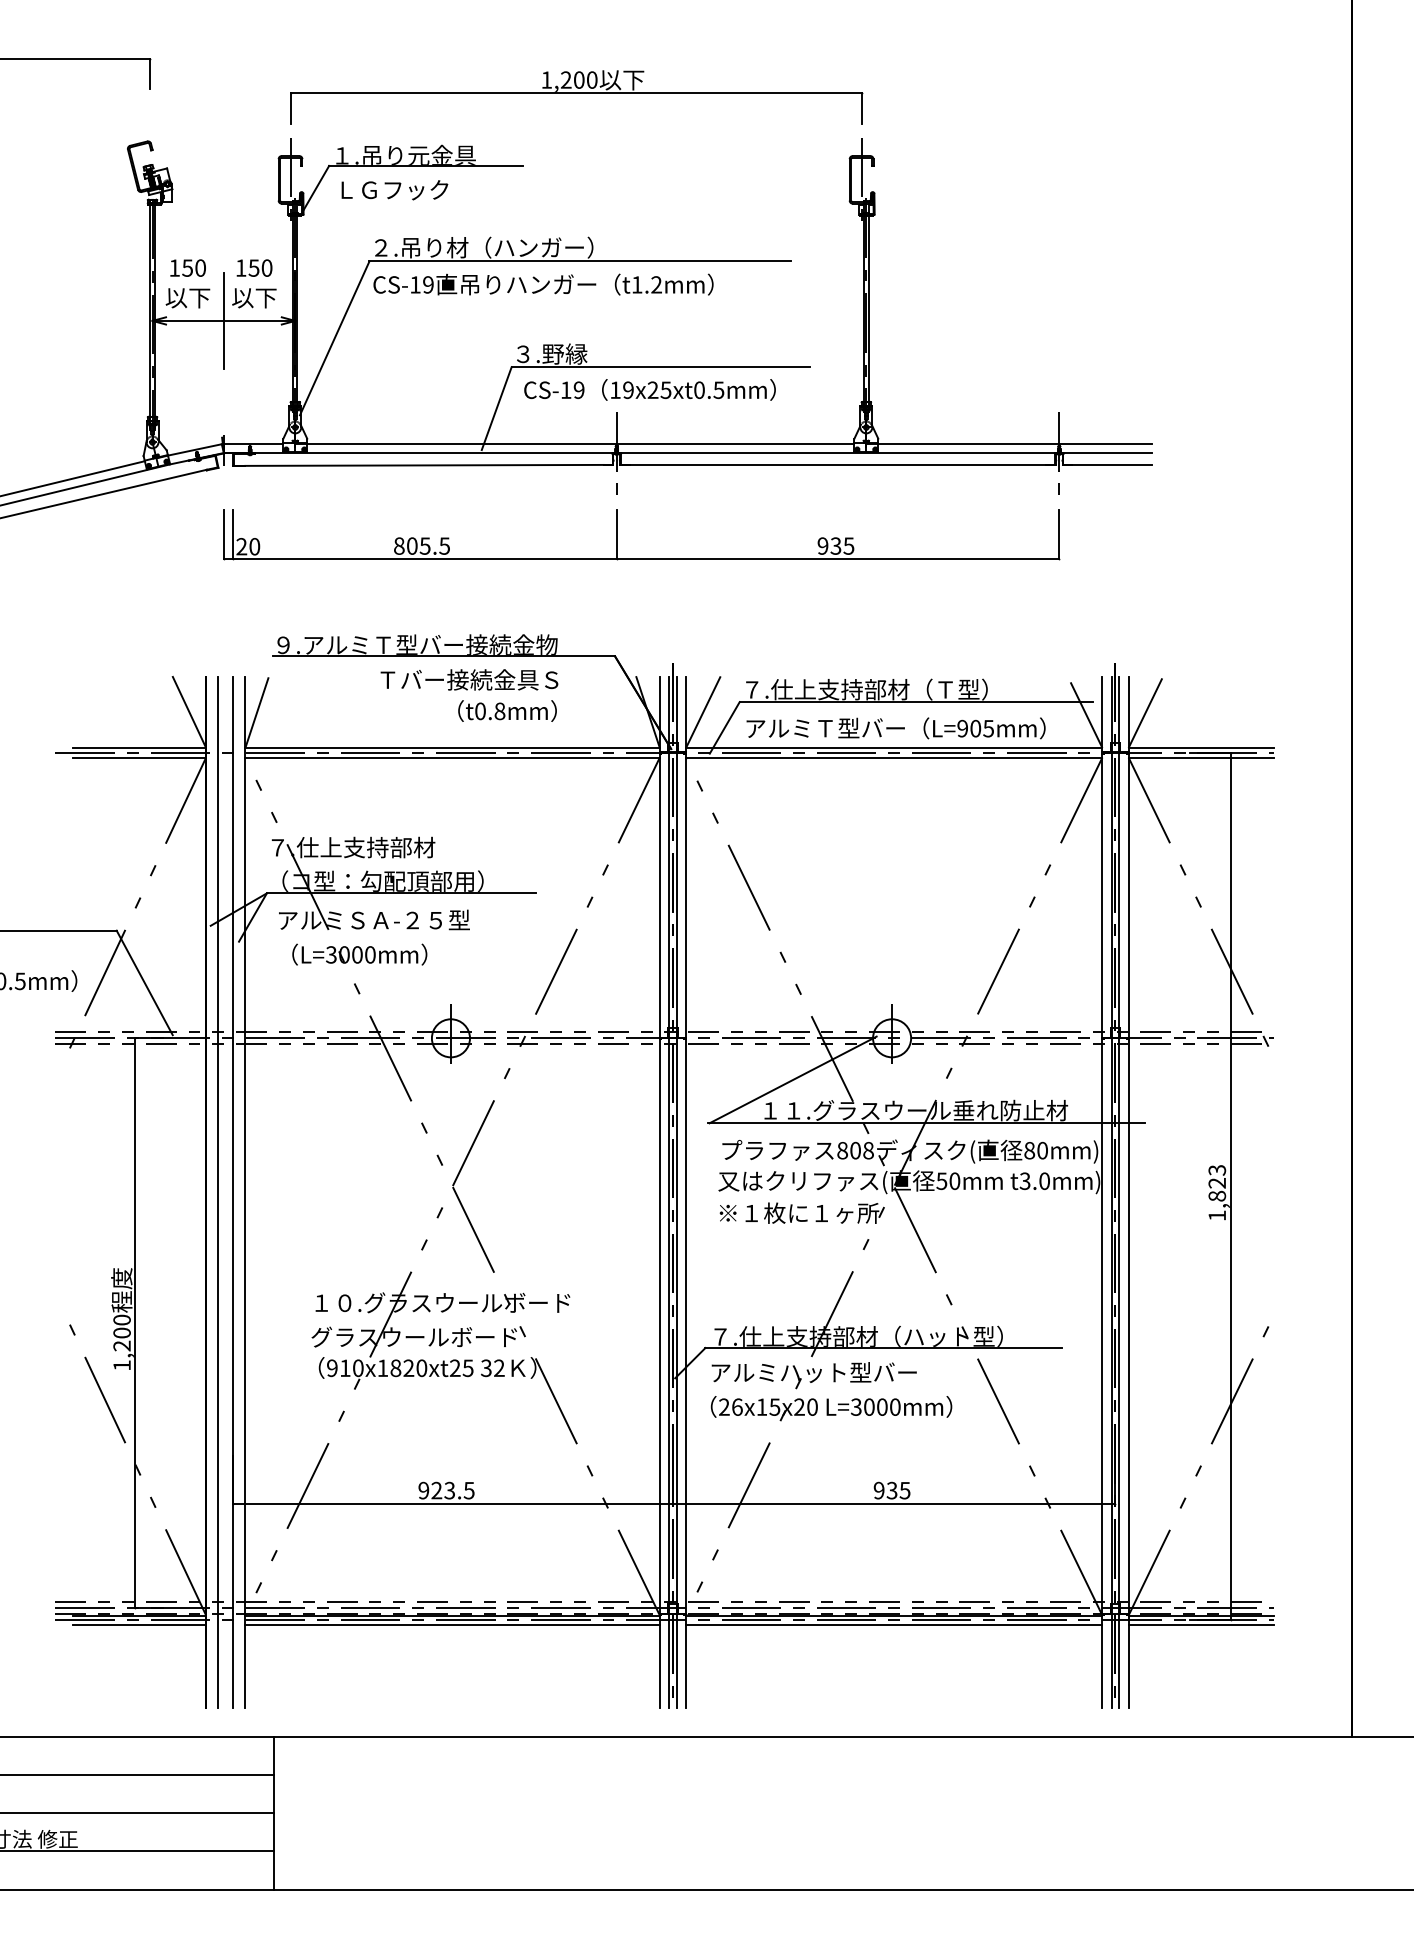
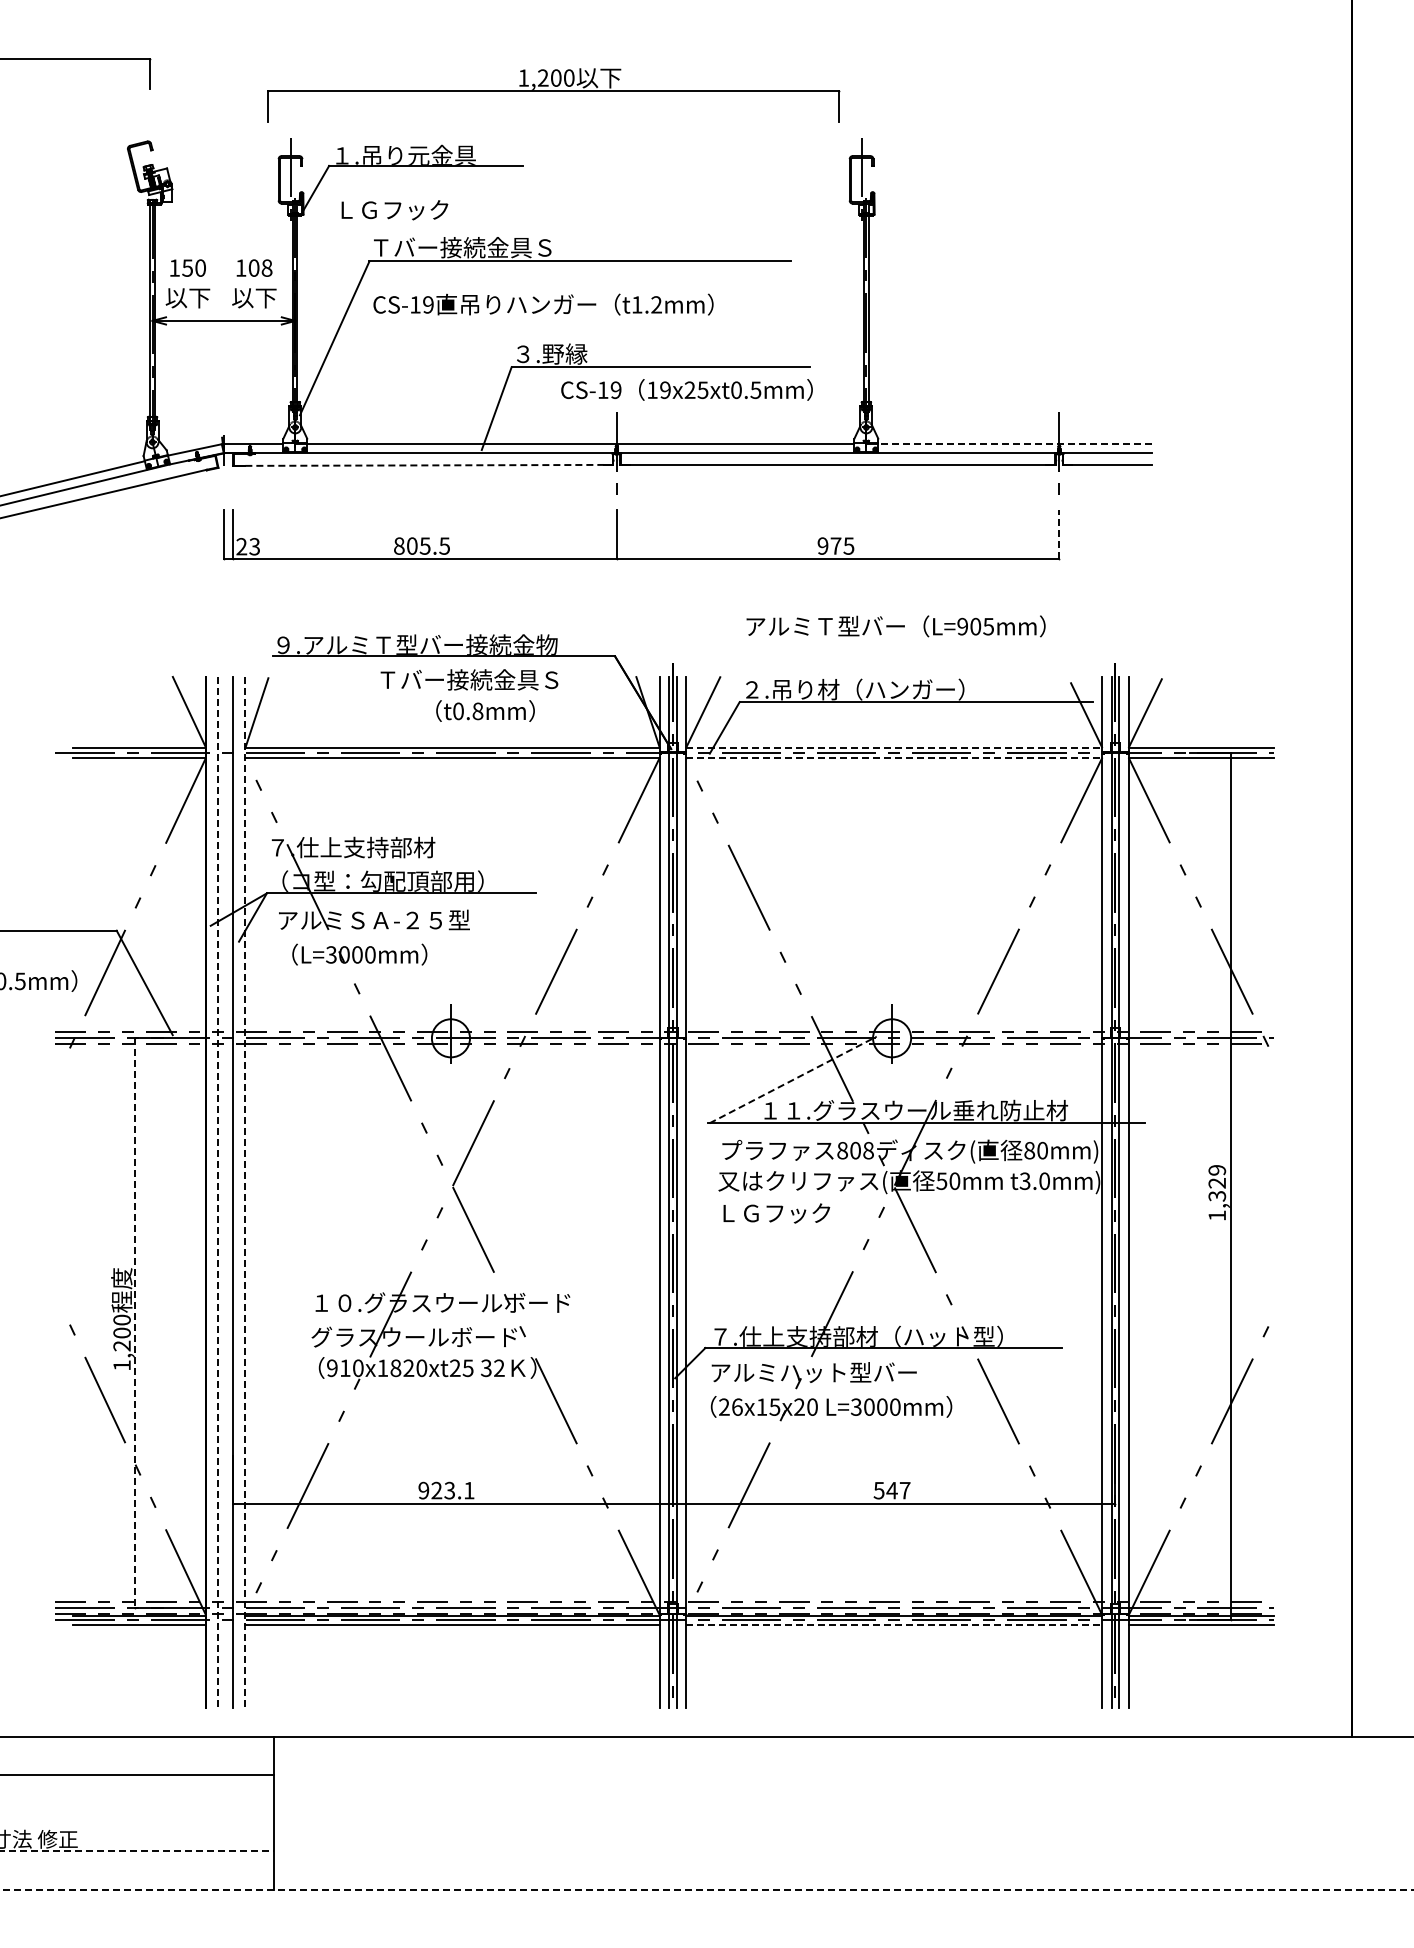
part at (576, 97) position: (576, 97) -> (553, 95)
text at (394, 190) position: (394, 190) -> (394, 210)
text at (483, 247): ２.吊り材（ハンガー） -> Ｔバー接続金具Ｓ
text at (260, 267): 150 -> 108
text at (543, 284) position: (543, 284) -> (543, 304)
line at (223, 321): present -> none
text at (649, 389) position: (649, 389) -> (686, 389)
line at (1015, 444): solid -> dashed
line at (425, 465): solid -> dashed
line at (1059, 534): solid -> dashed
text at (835, 545): 935 -> 975
text at (254, 546): 20 -> 23
text at (866, 689): ７.仕上支持部材（Ｔ型） -> ２.吊り材（ハンガー）
text at (507, 710) position: (507, 710) -> (485, 710)
text at (895, 728) position: (895, 728) -> (895, 626)
line at (894, 748): solid -> dashed
line at (894, 757): solid -> dashed
line at (793, 1079): solid -> dashed
text at (1216, 1183): 1,823 -> 1,329
line at (217, 1192): solid -> dashed
line at (245, 1192): solid -> dashed
text at (799, 1212): ※１枚に１ヶ所 -> ＬＧフック
line at (135, 1323): solid -> dashed
text at (468, 1490): 923.5 -> 923.1
text at (891, 1490): 935 -> 547
line at (894, 1625): solid -> dashed
line at (137, 1813): present -> none
line at (137, 1851): solid -> dashed
line at (707, 1889): solid -> dashed
